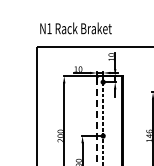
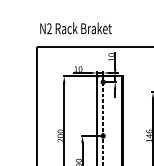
text at (49, 28): N1 -> N2
line at (97, 121): dashed -> solid
